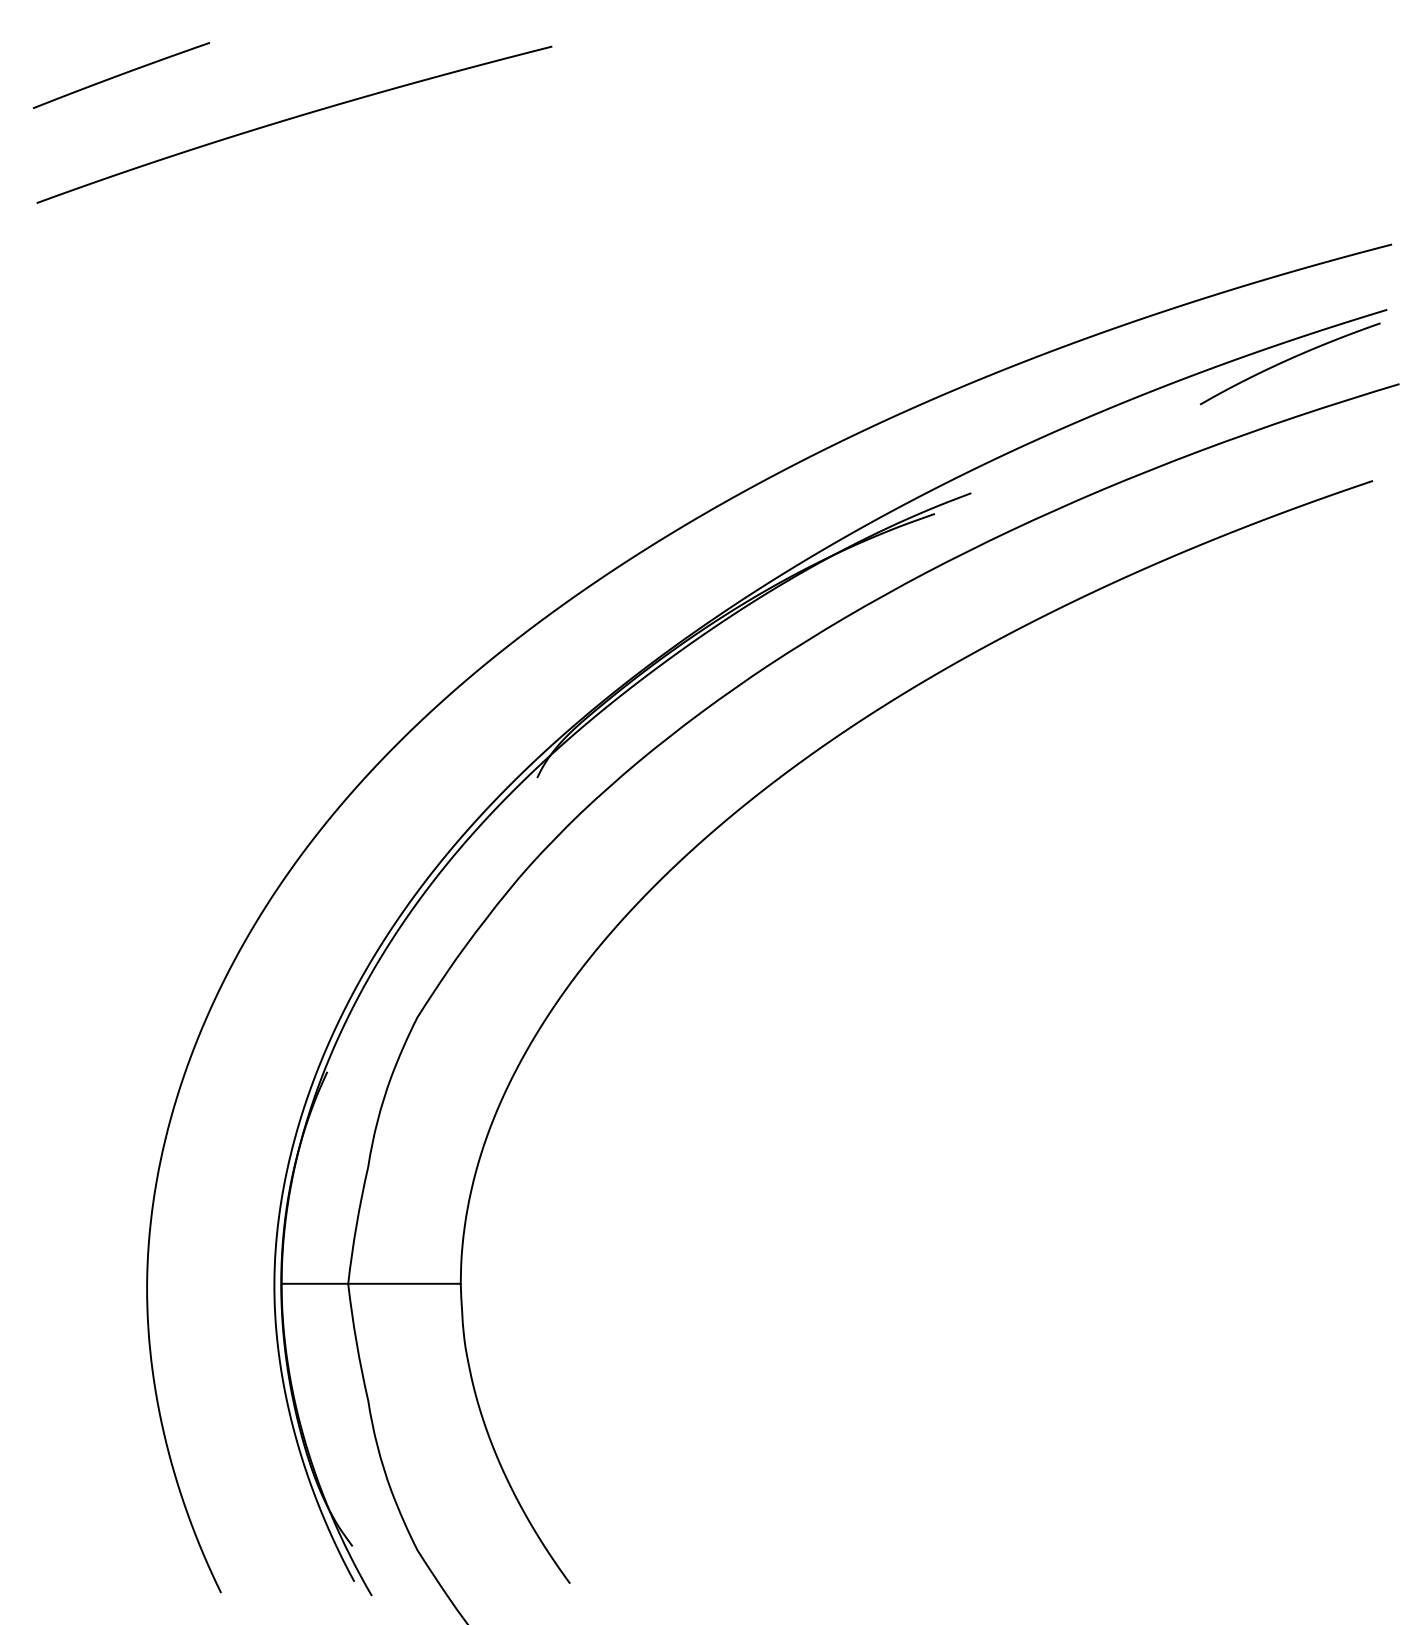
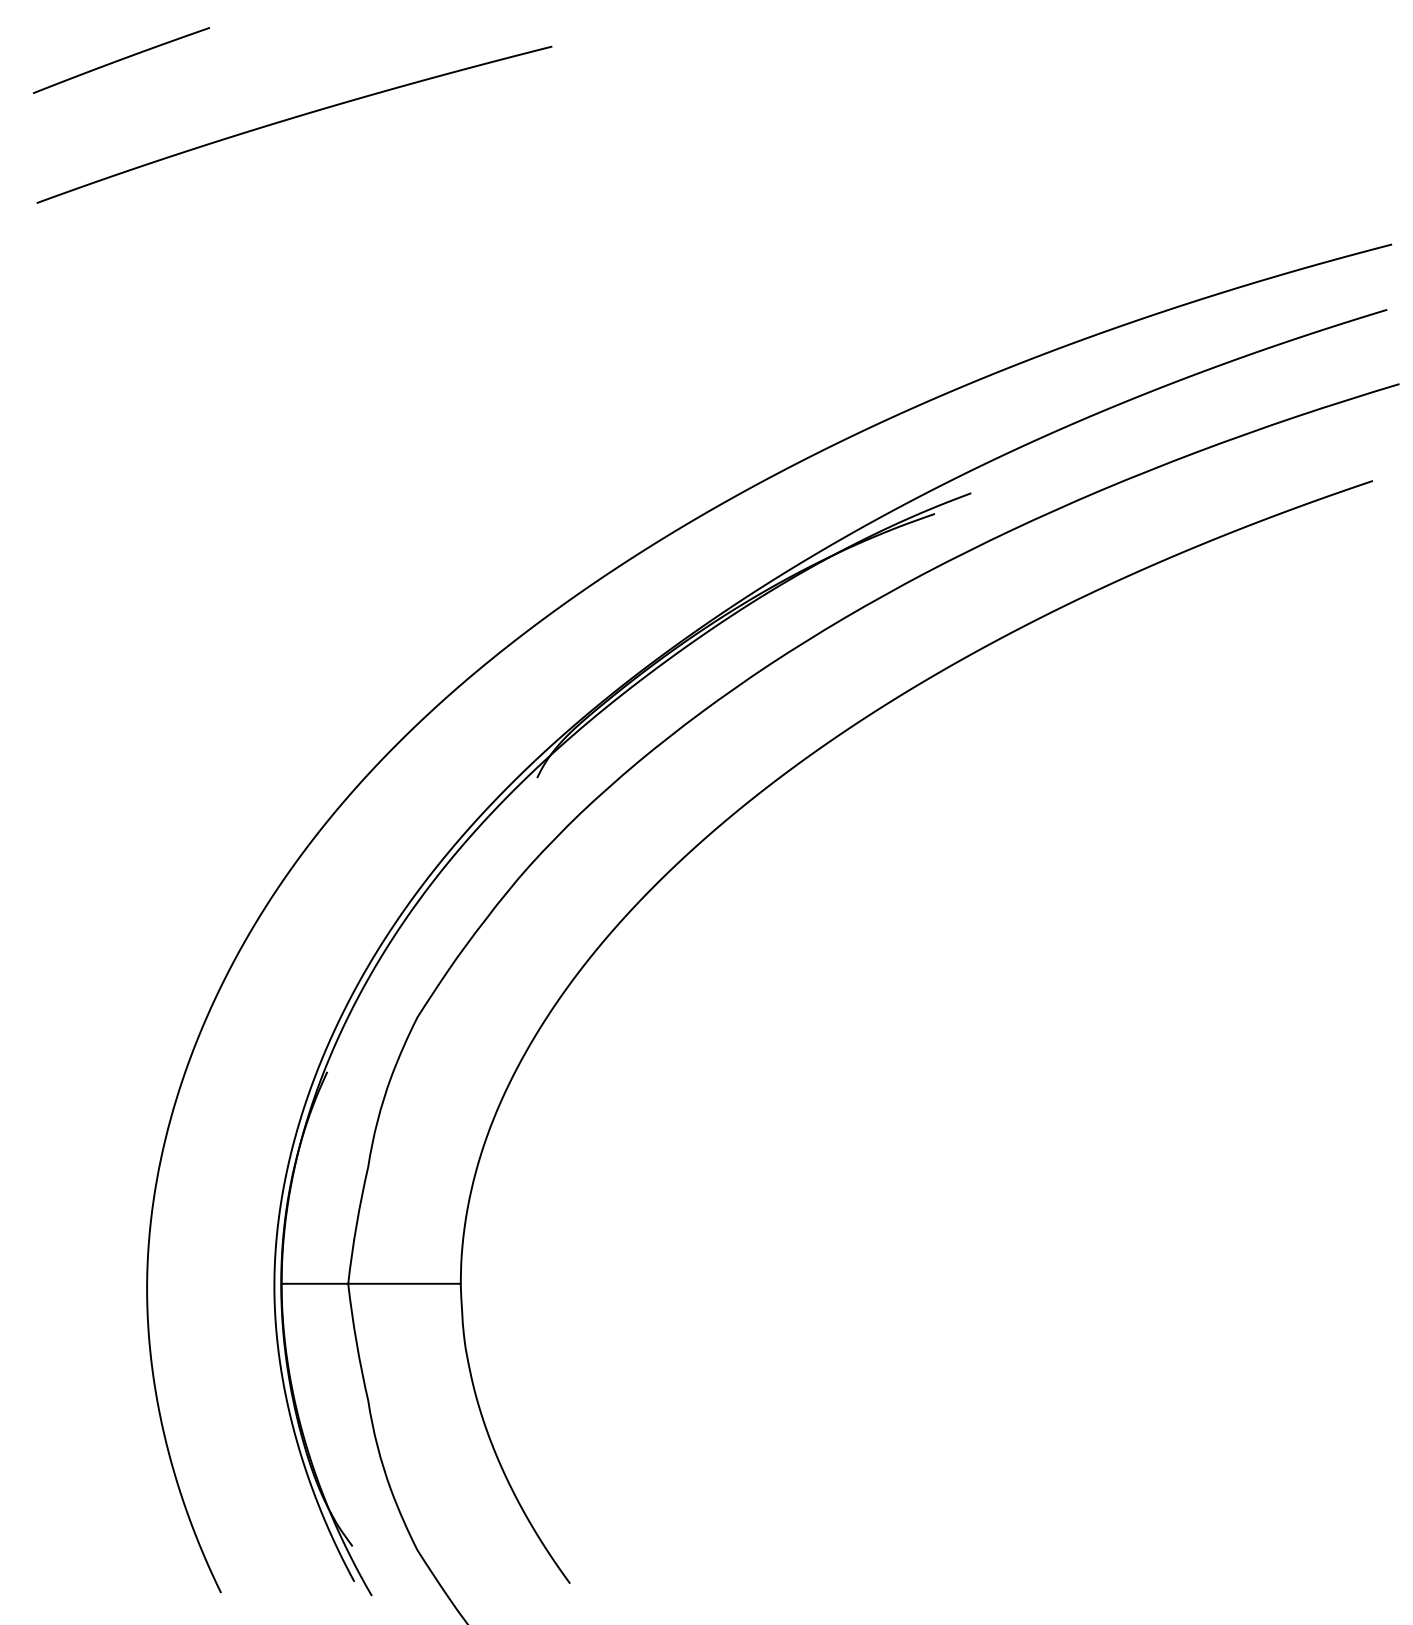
line at (121, 75) position: (121, 75) -> (121, 60)
curve at (1289, 360): present -> none
